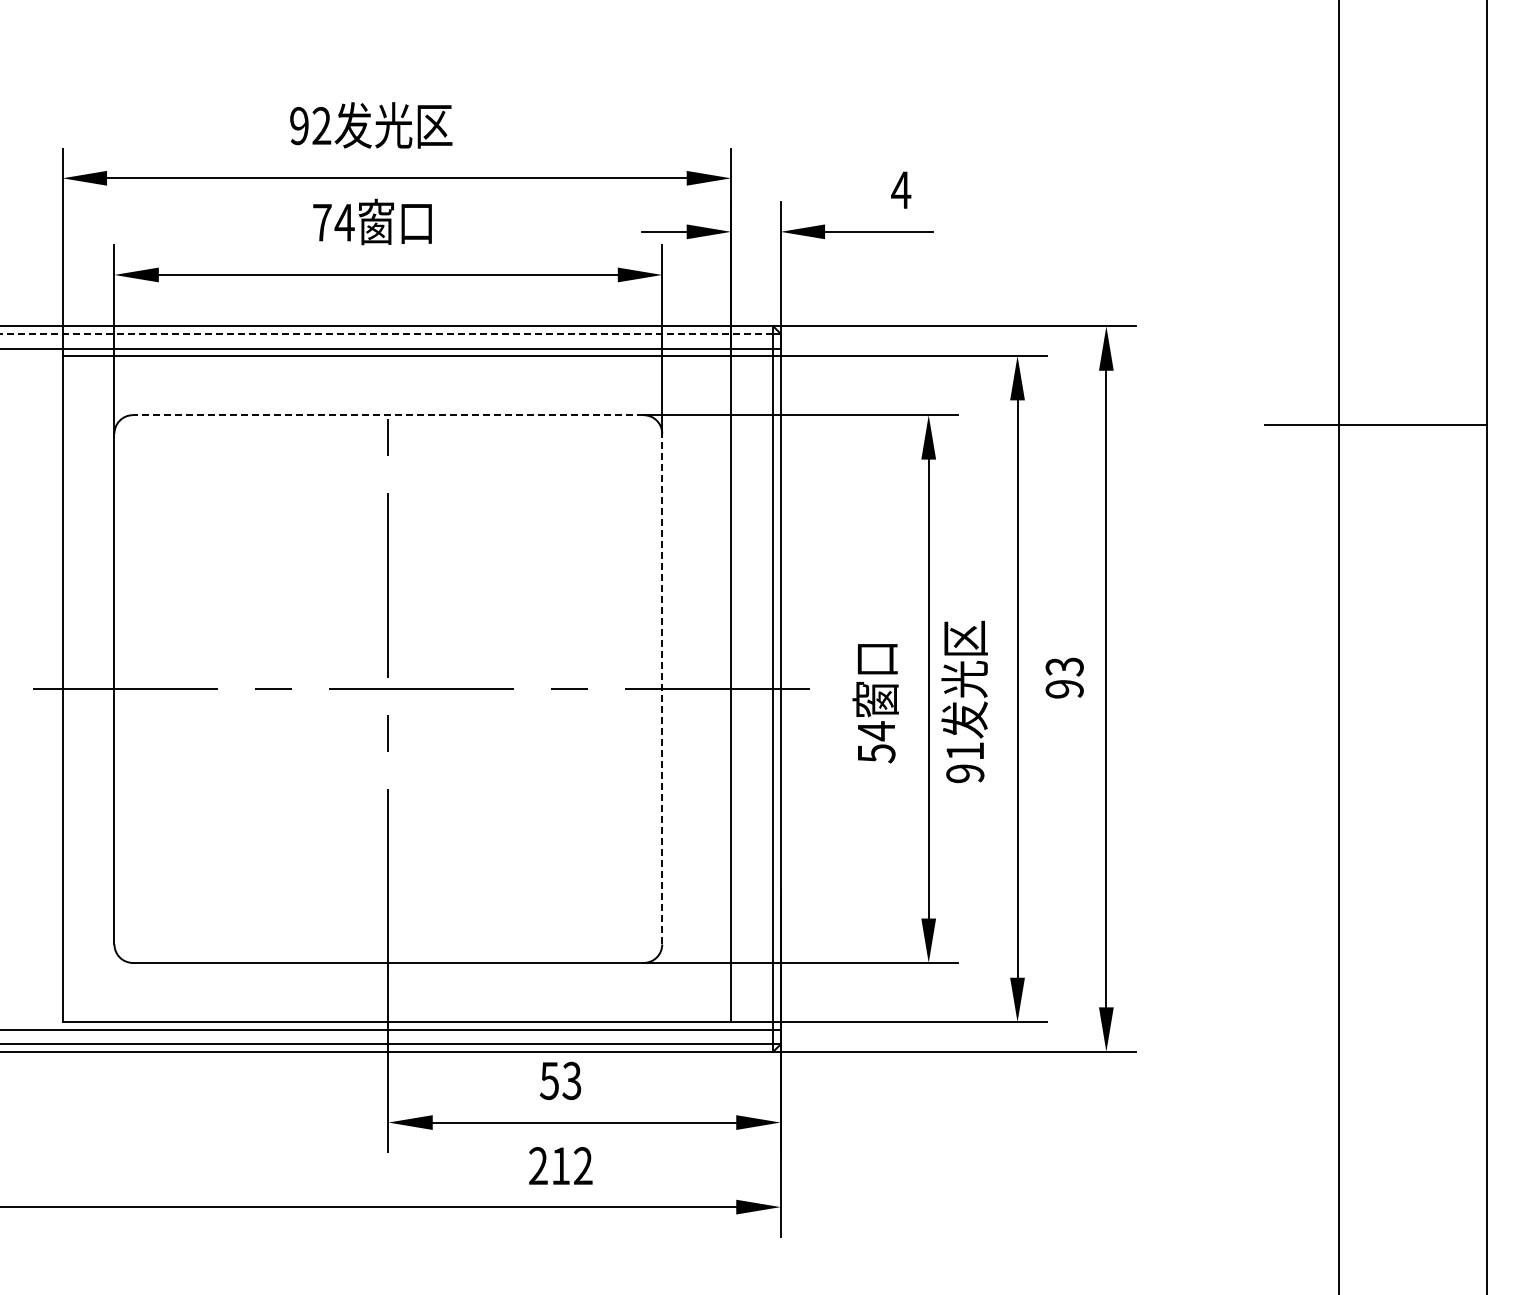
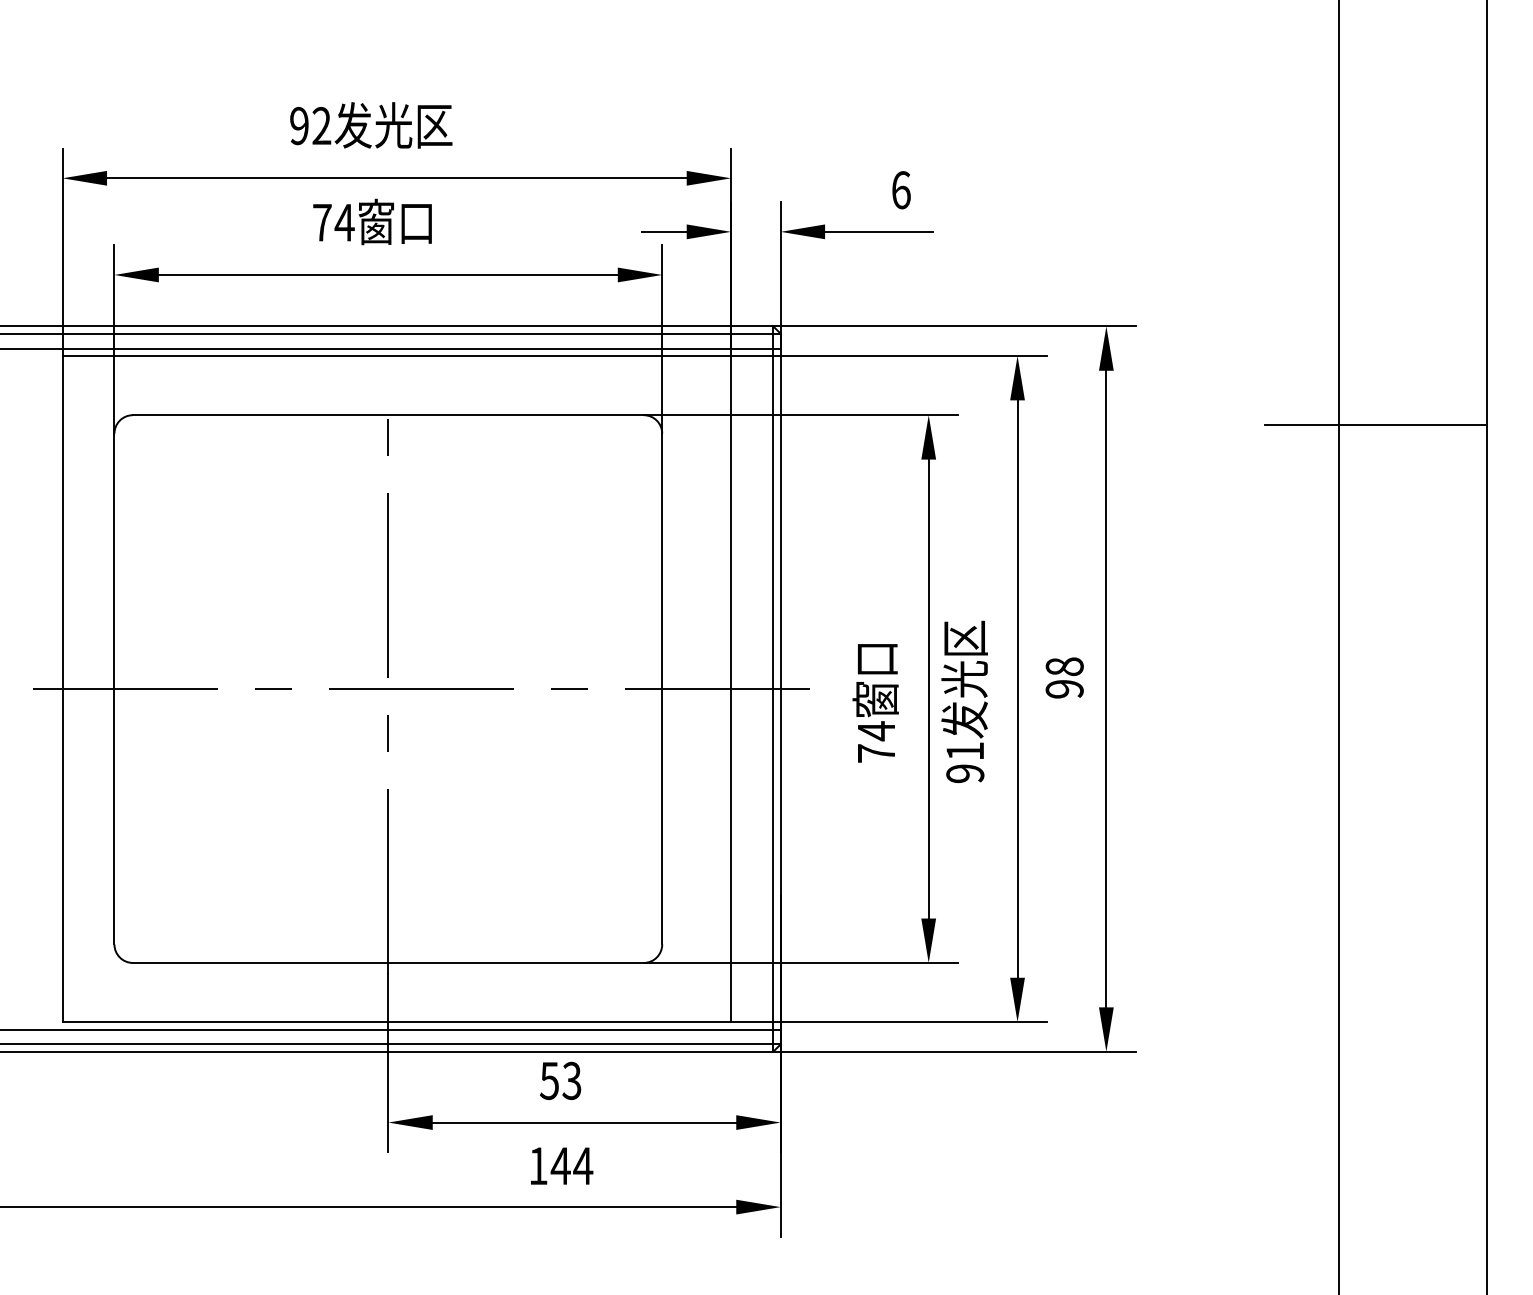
text at (901, 190): 4 -> 6
line at (386, 333): dashed -> solid
line at (387, 415): dashed -> solid
text at (1064, 666): 93 -> 98
line at (662, 688): dashed -> solid
text at (876, 753): 54 -> 74
text at (561, 1165): 212 -> 144
